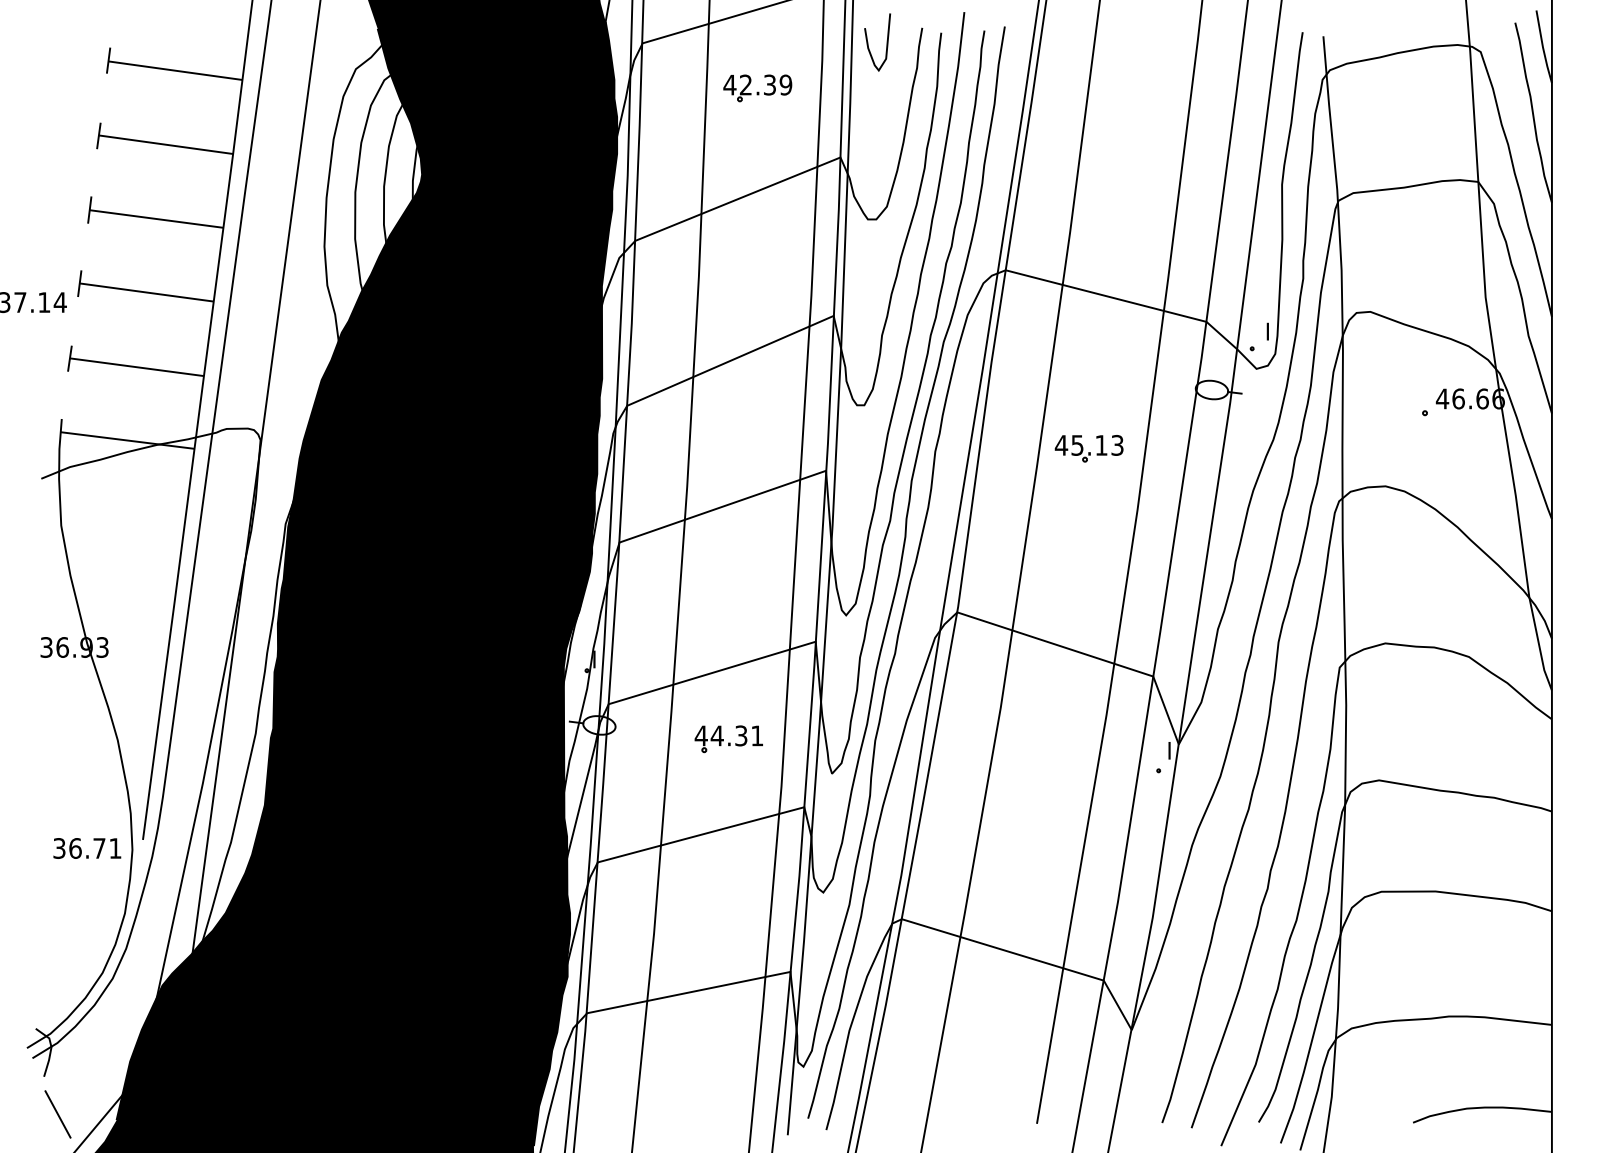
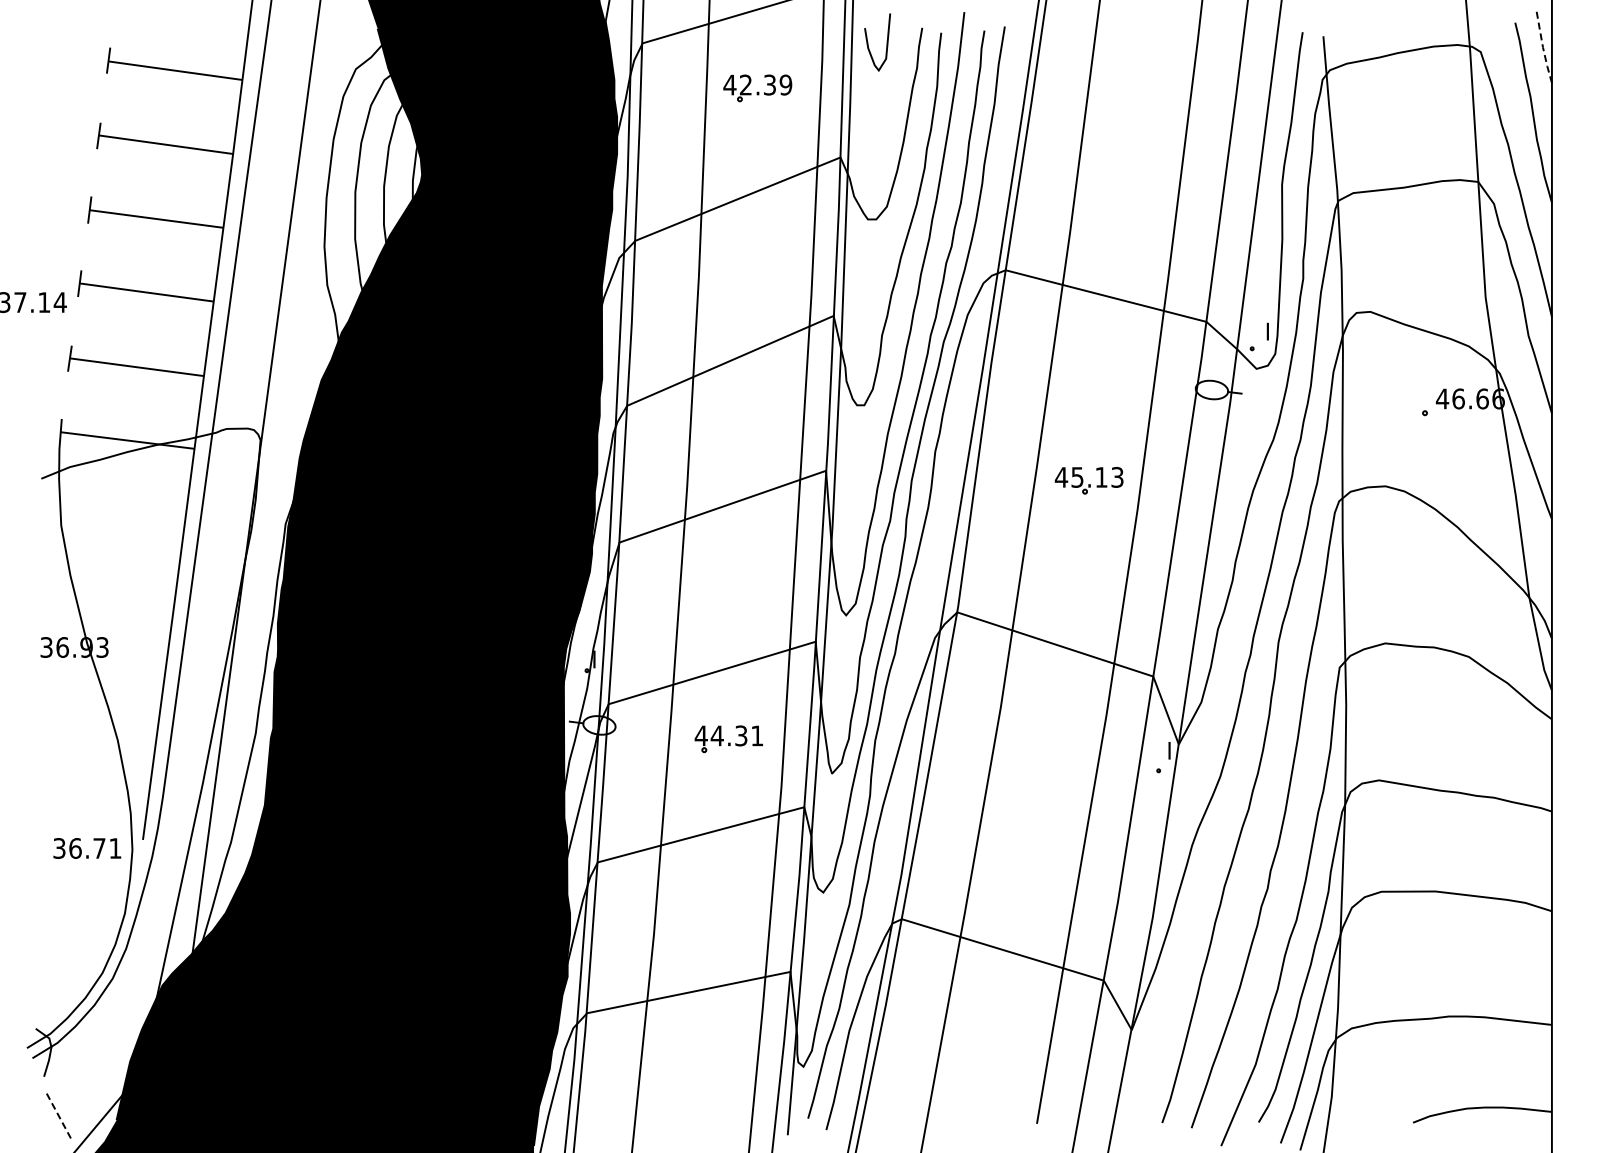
line at (1542, 47): solid -> dashed
part at (1088, 448) position: (1088, 448) -> (1088, 480)
line at (57, 1114): solid -> dashed
